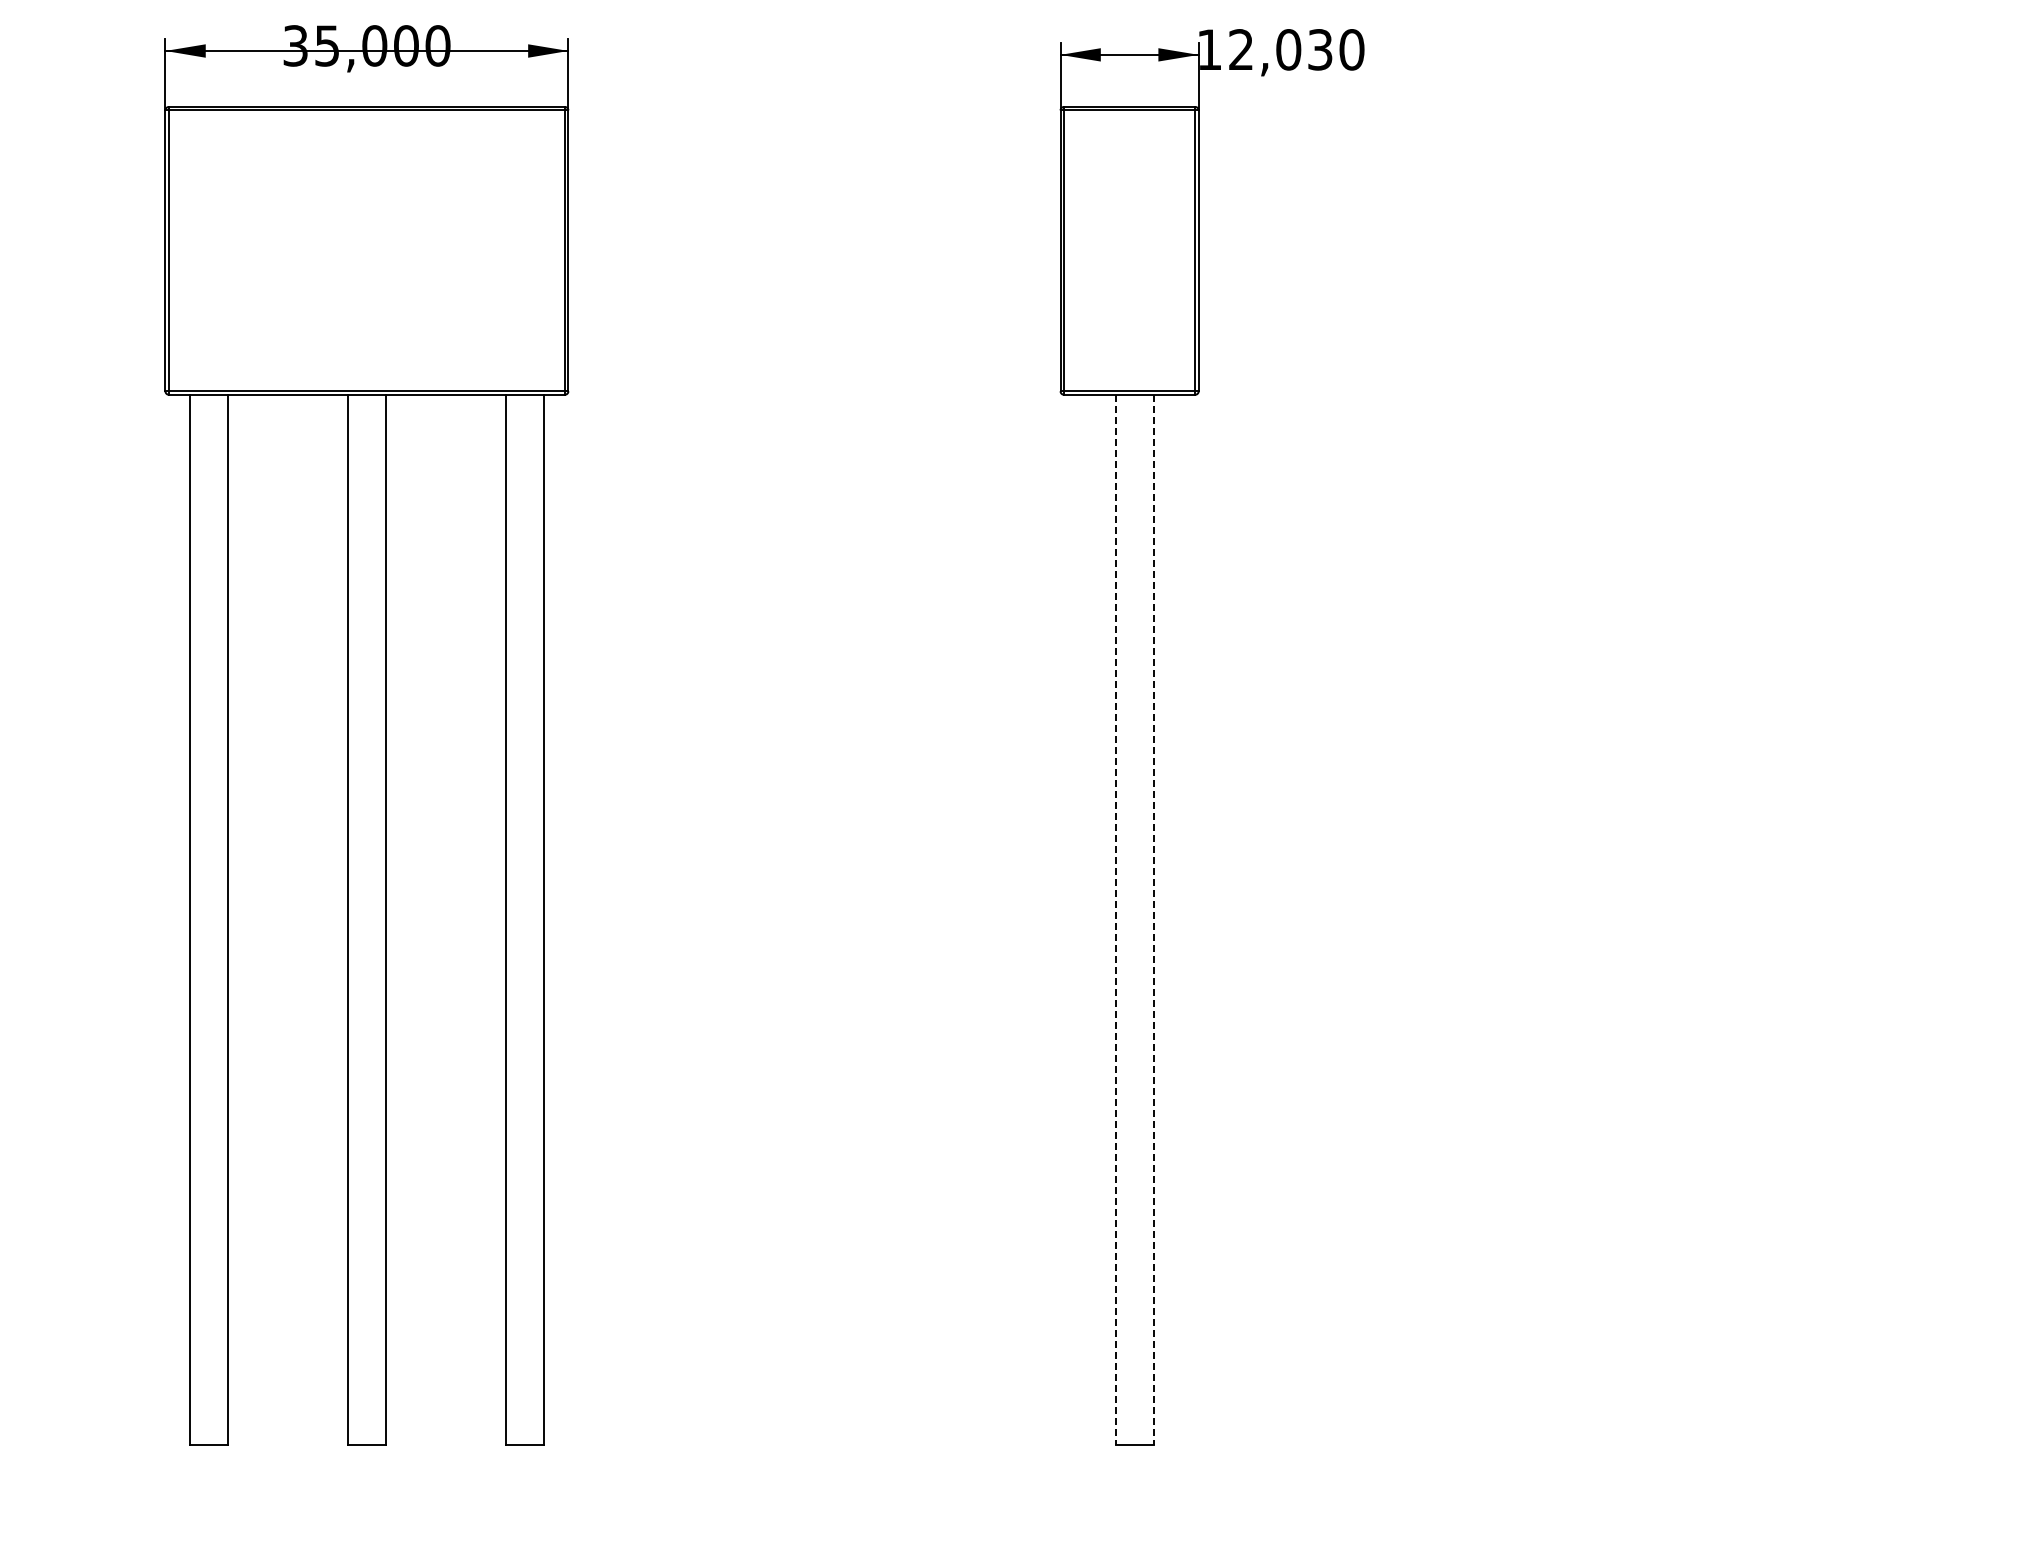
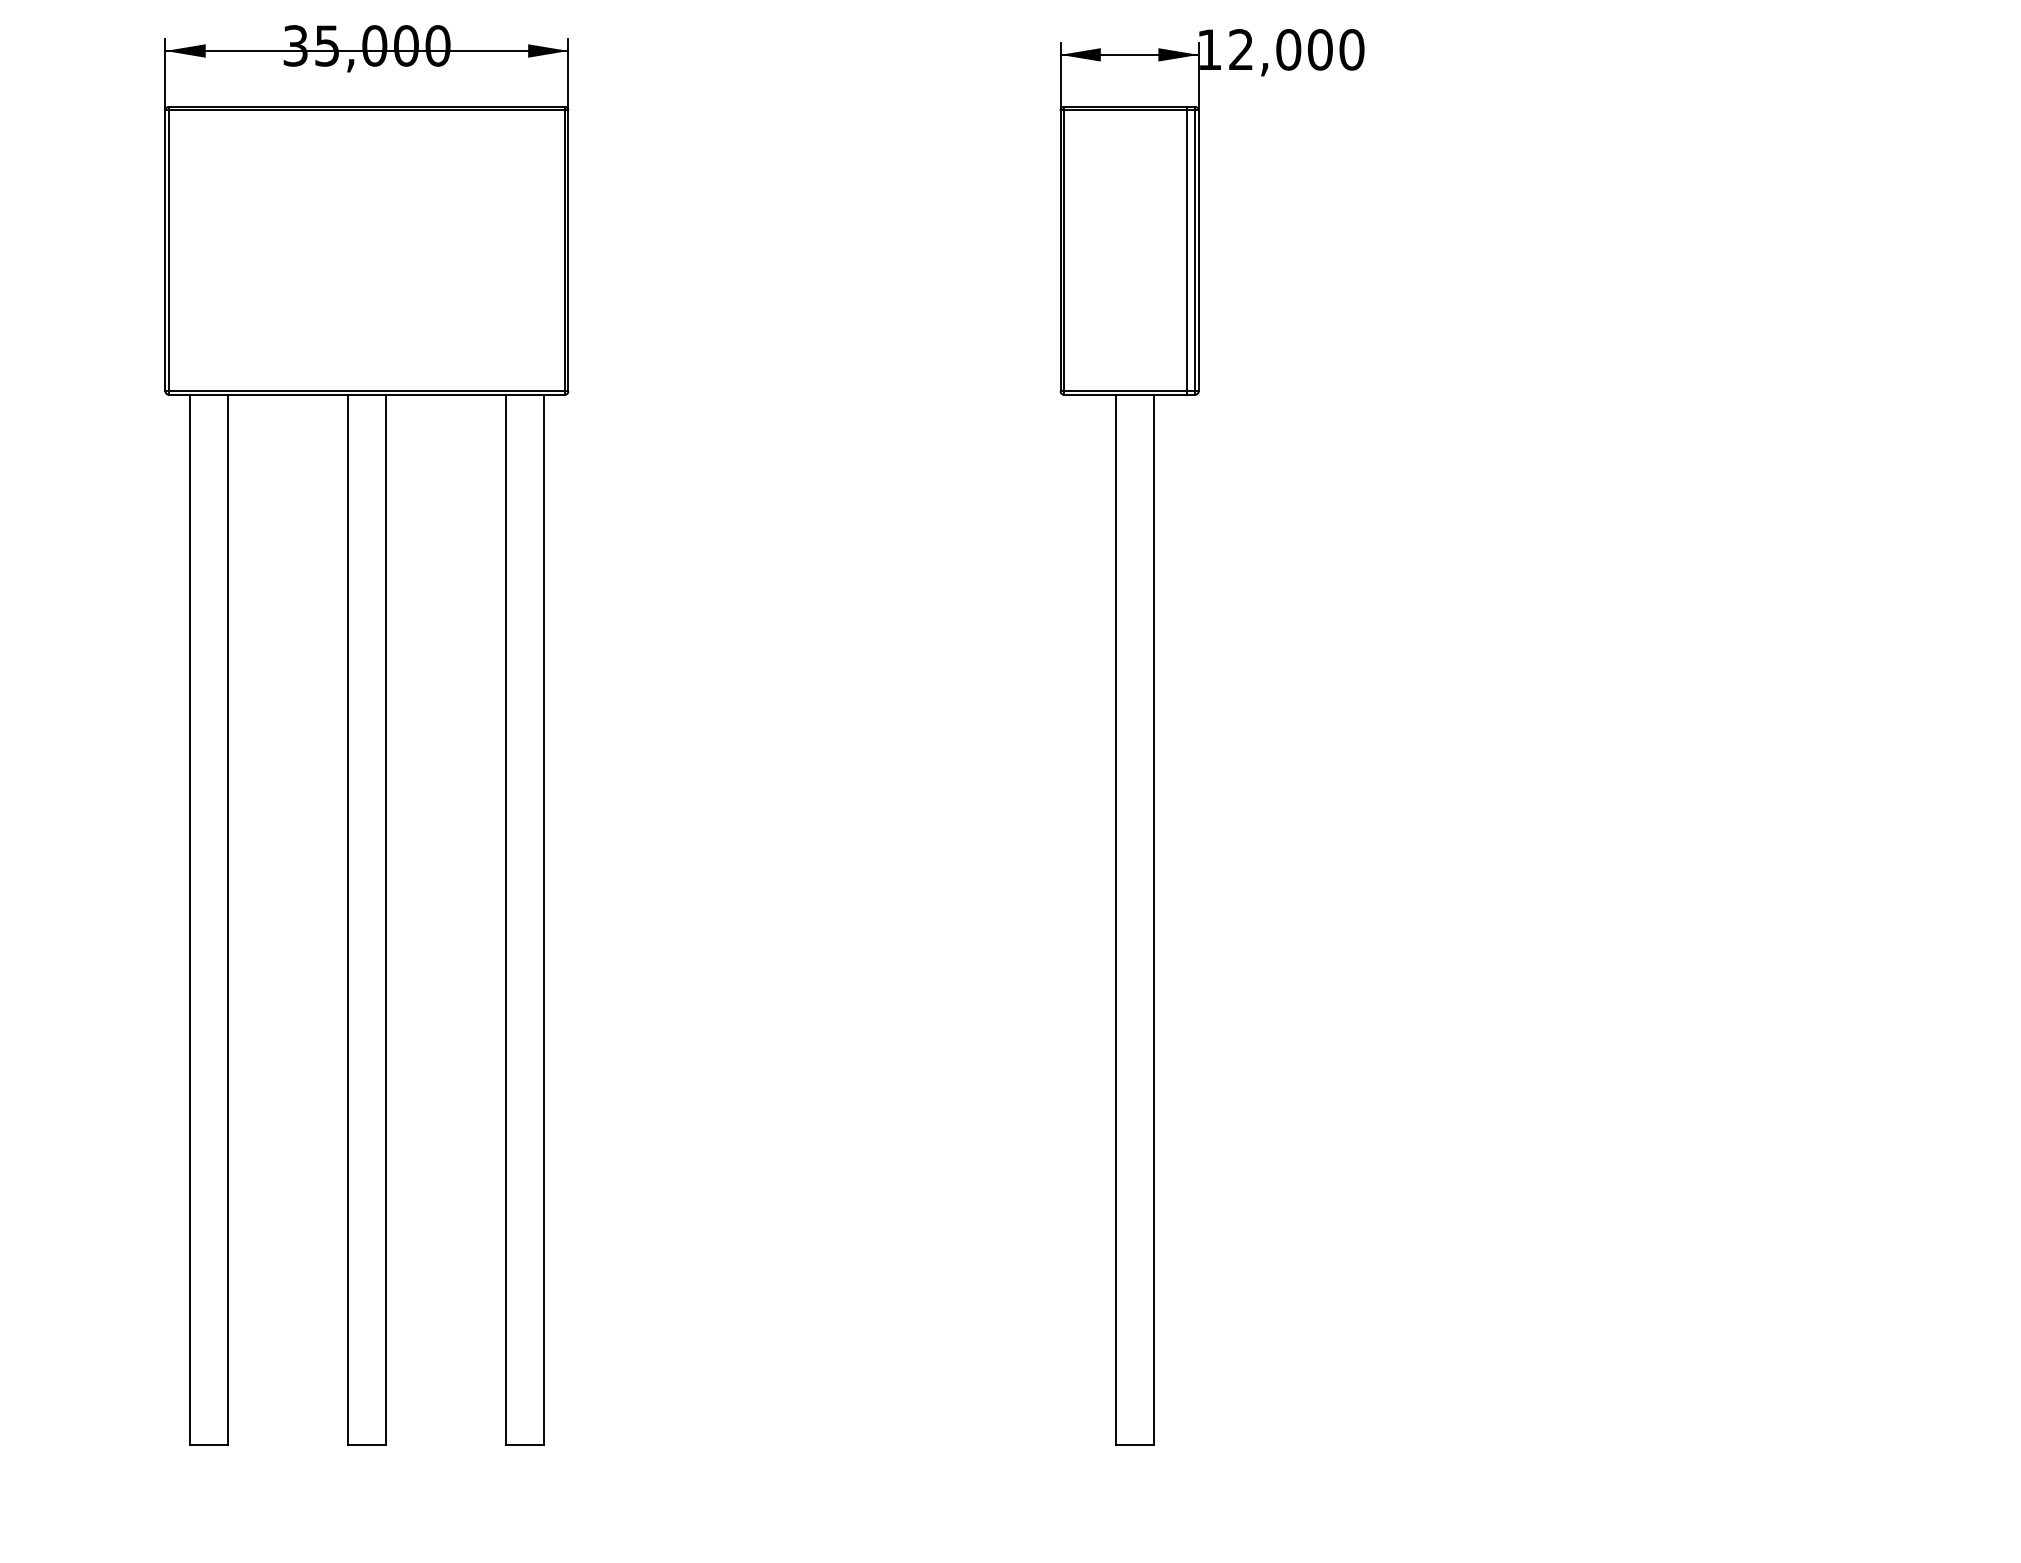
text at (1320, 49): 12,030 -> 12,000
line at (1187, 250): none -> present
line at (1115, 920): dashed -> solid
line at (1153, 920): dashed -> solid
